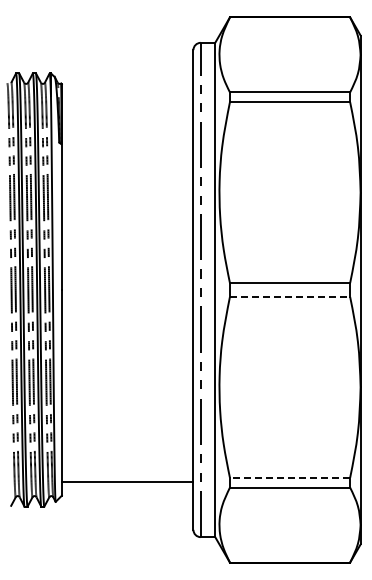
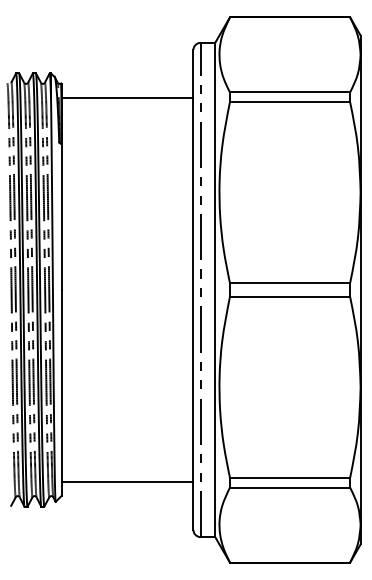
line at (127, 98): none -> present
line at (290, 296): dashed -> solid
line at (289, 477): dashed -> solid
